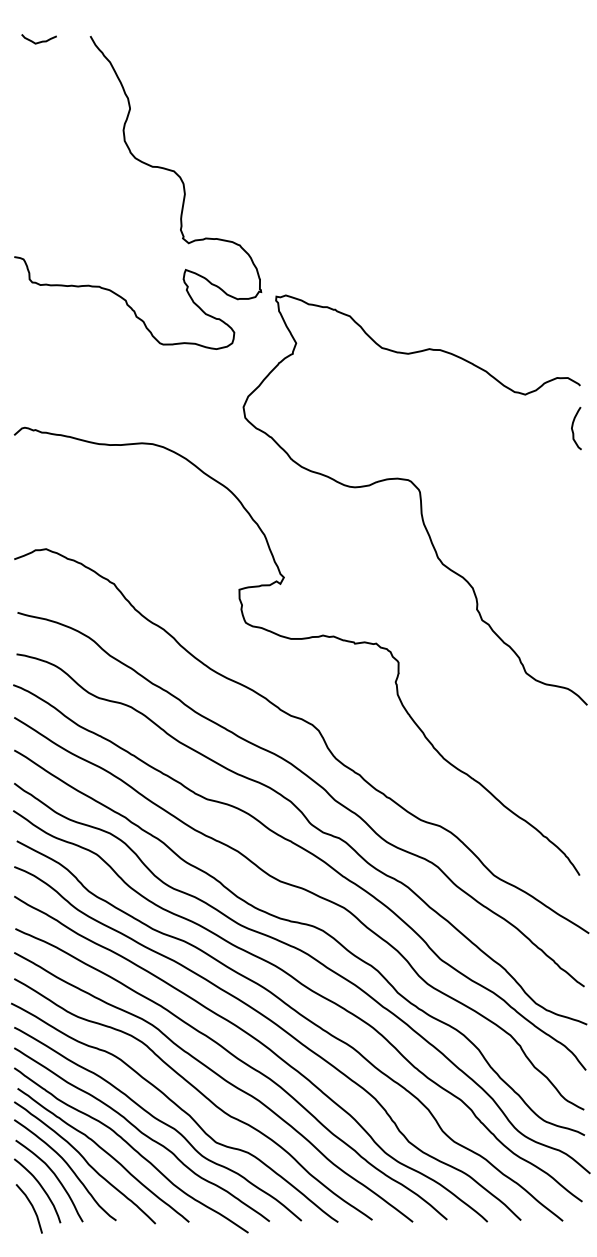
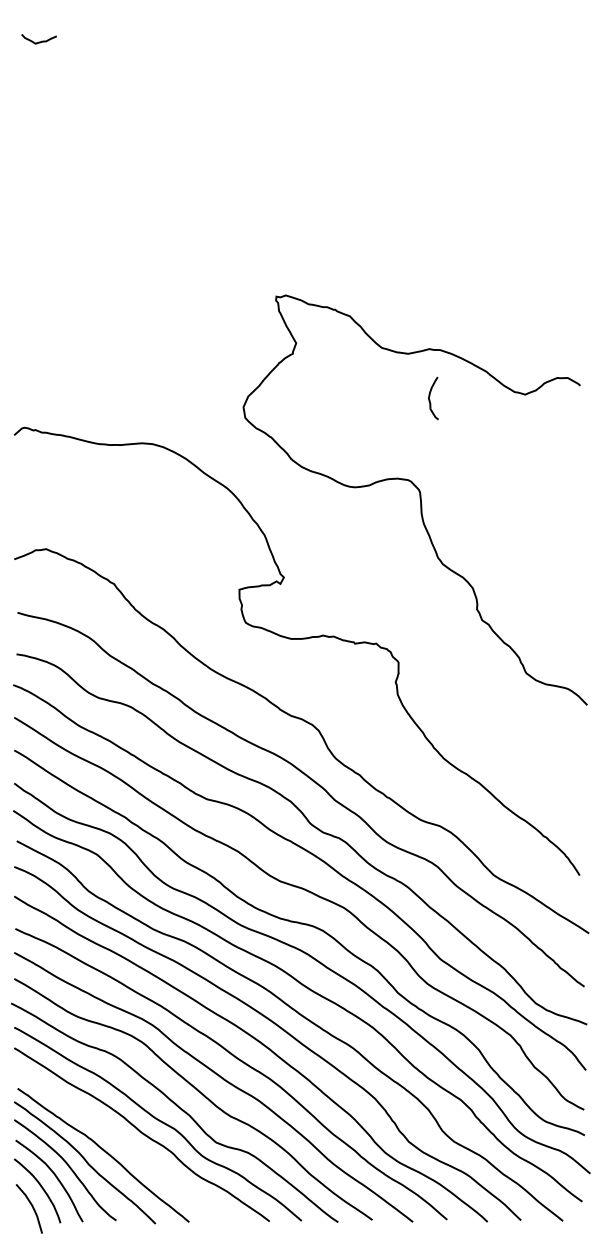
curve at (151, 167): present -> none
curve at (573, 429) position: (573, 429) -> (430, 399)
curve at (132, 1149): present -> none
